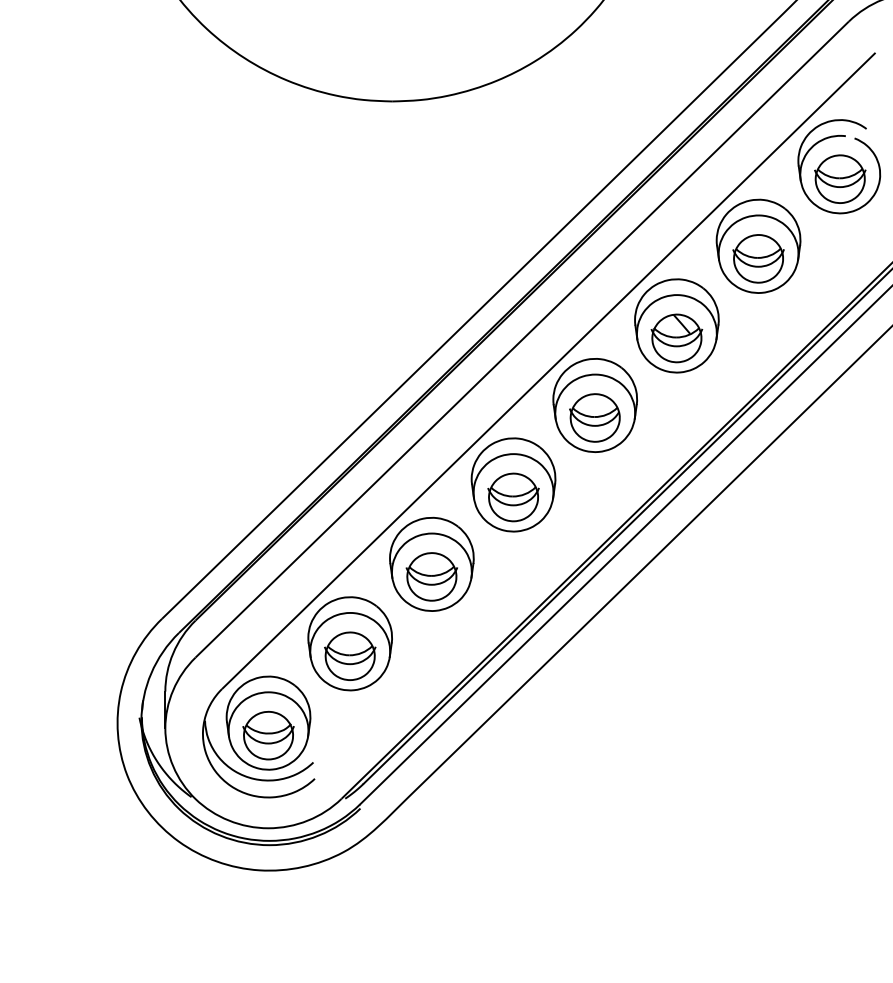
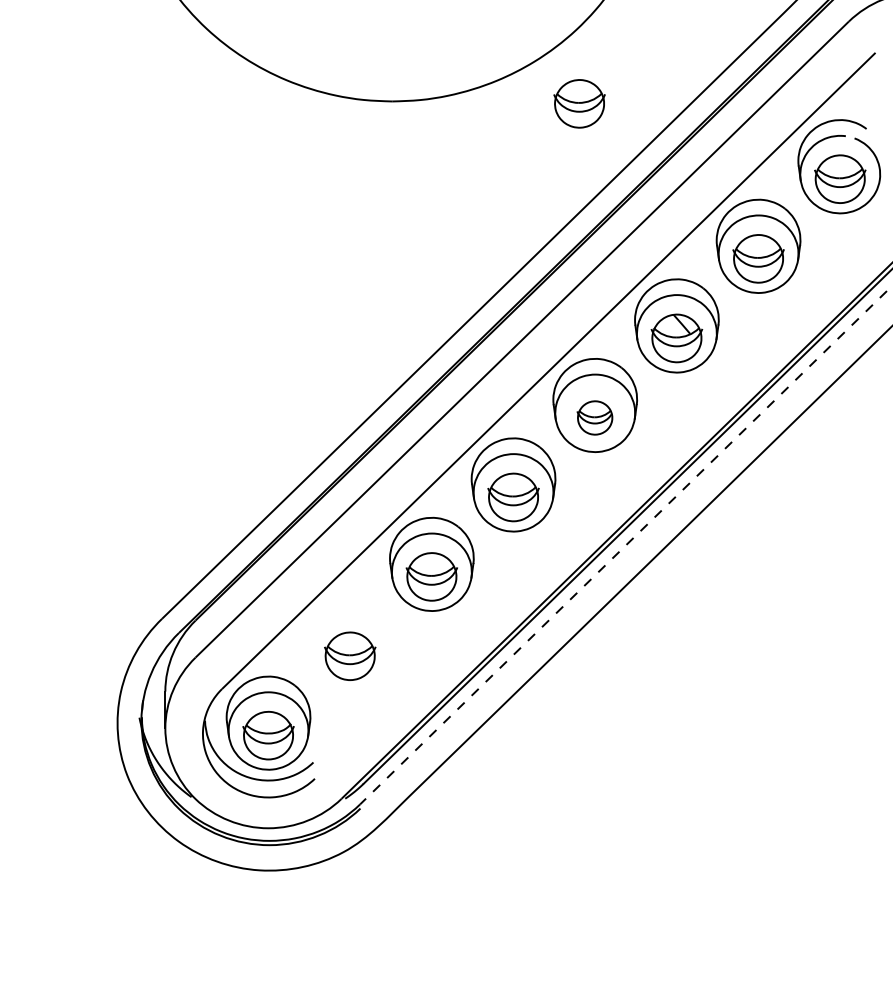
part at (579, 103): none -> present
part at (594, 417) size: 52x50 px -> 38x36 px
line at (626, 544): solid -> dashed
part at (349, 643): present -> none
